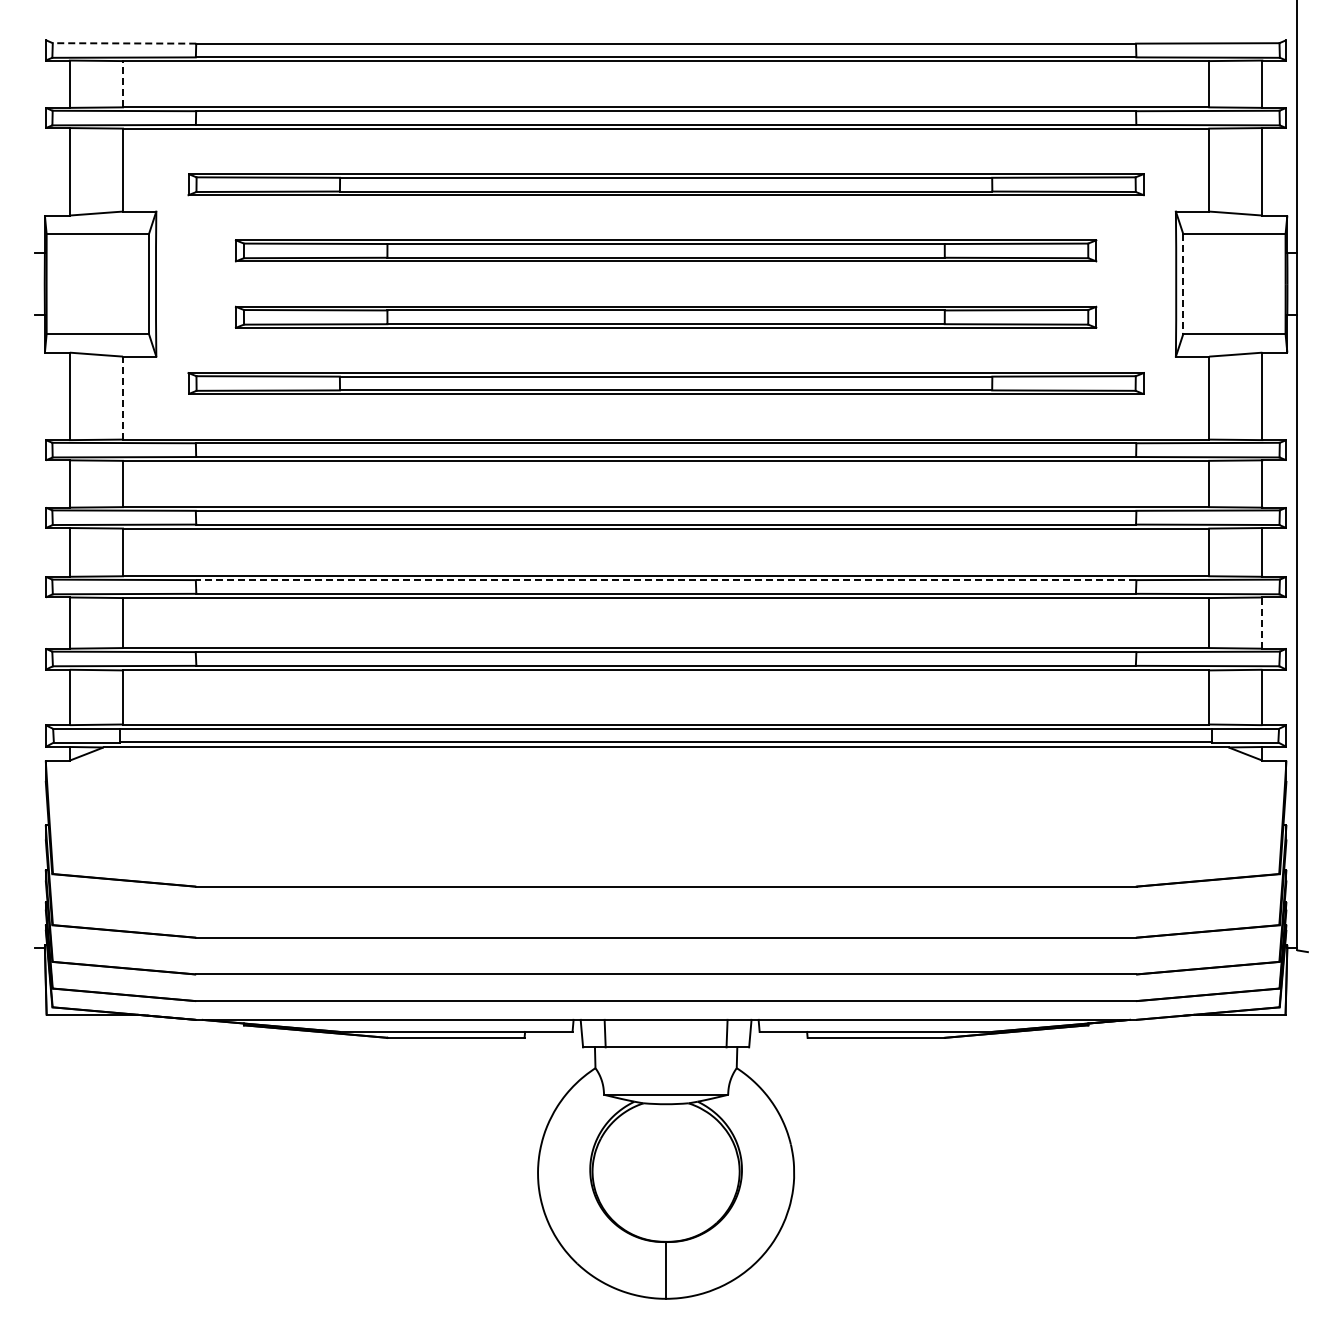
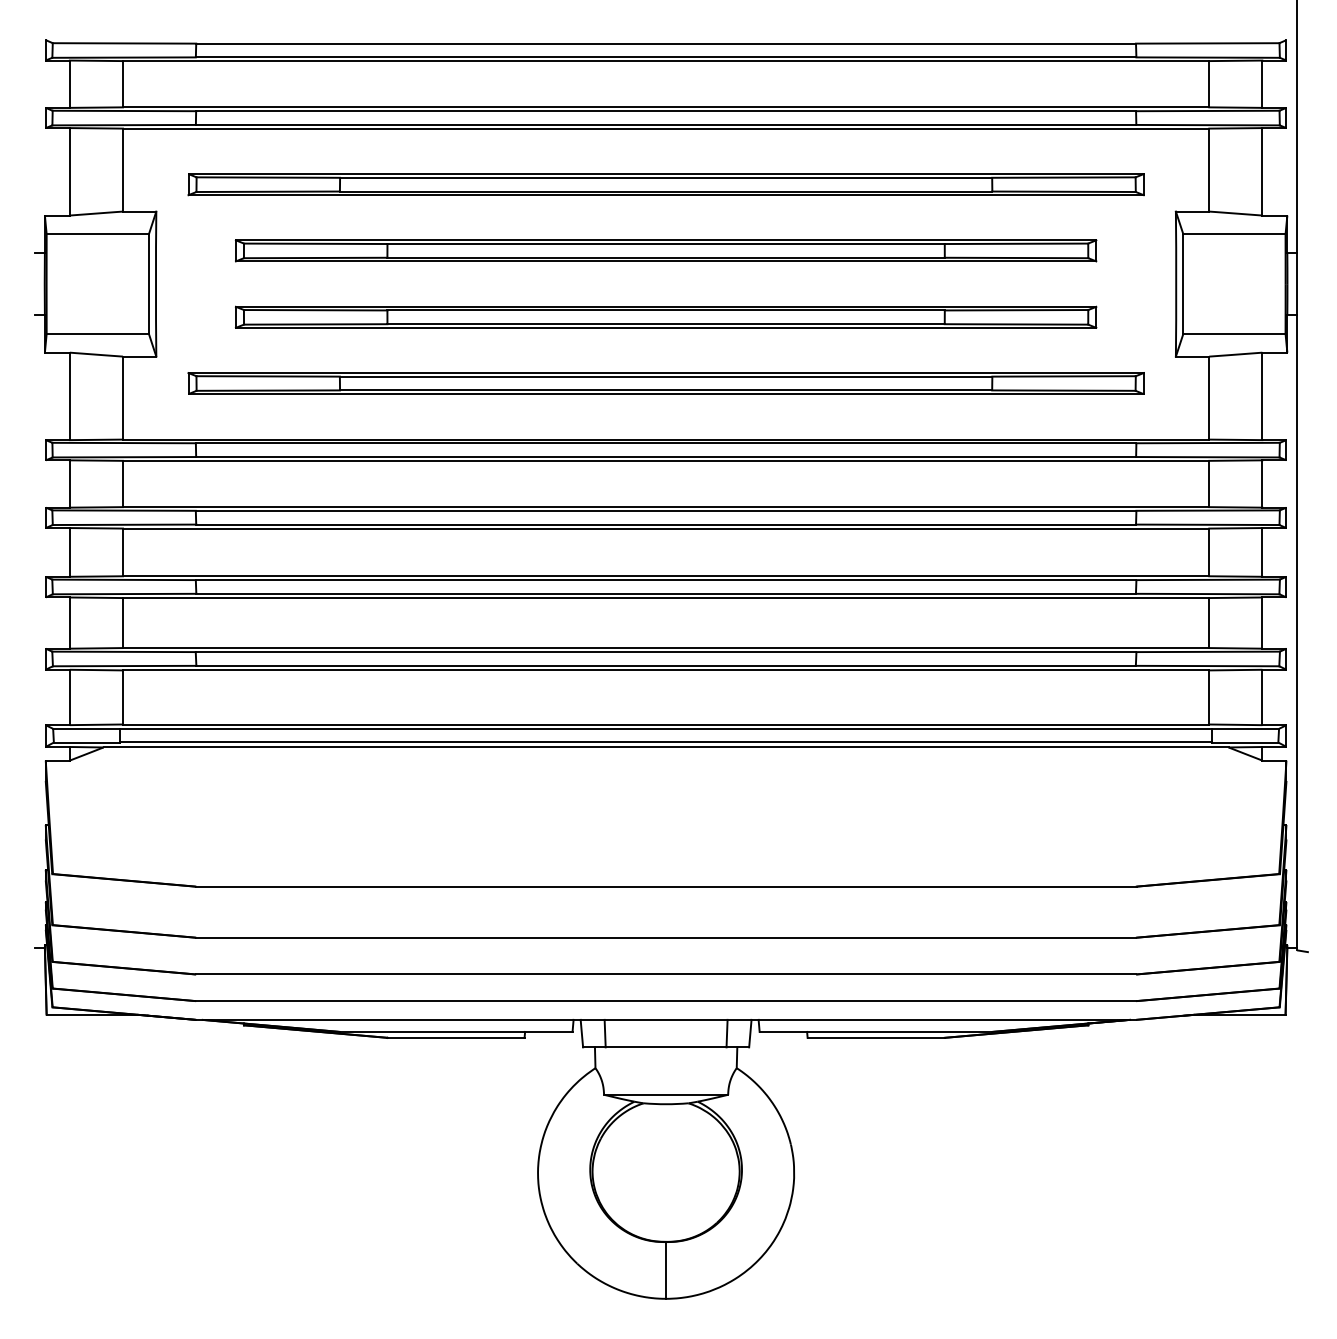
line at (124, 43): dashed -> solid
line at (123, 83): dashed -> solid
line at (1183, 284): dashed -> solid
line at (123, 397): dashed -> solid
line at (665, 580): dashed -> solid
line at (1262, 623): dashed -> solid
